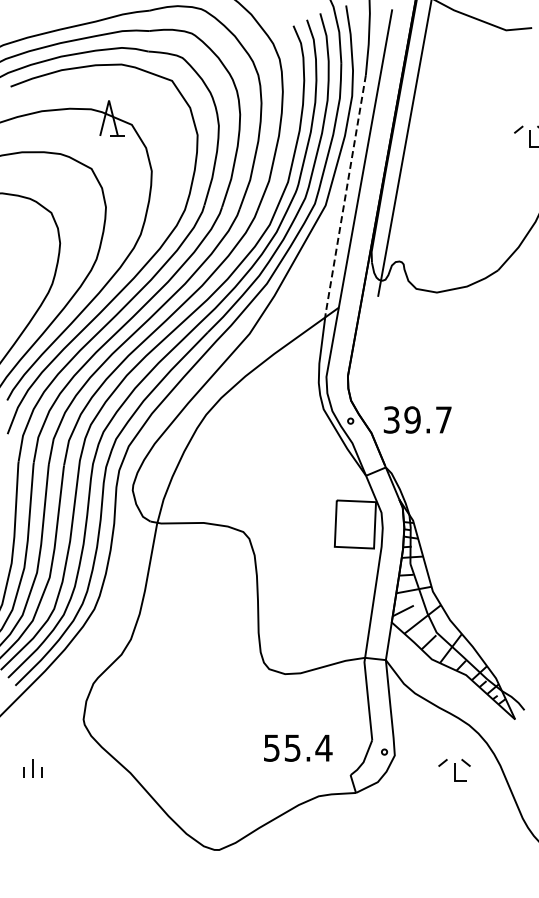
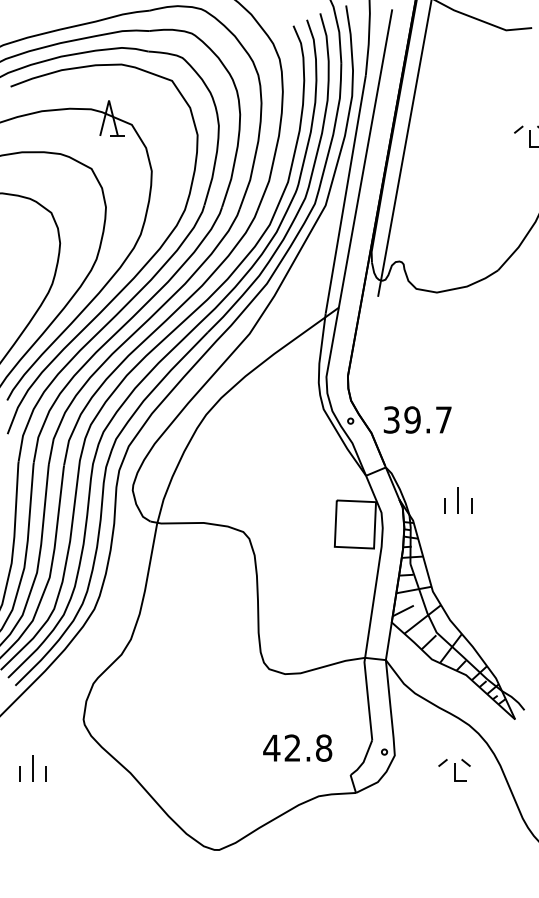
line at (345, 194): dashed -> solid
part at (458, 500): none -> present
text at (297, 747): 55.4 -> 42.8
part at (32, 768) size: 20x19 px -> 28x27 px
